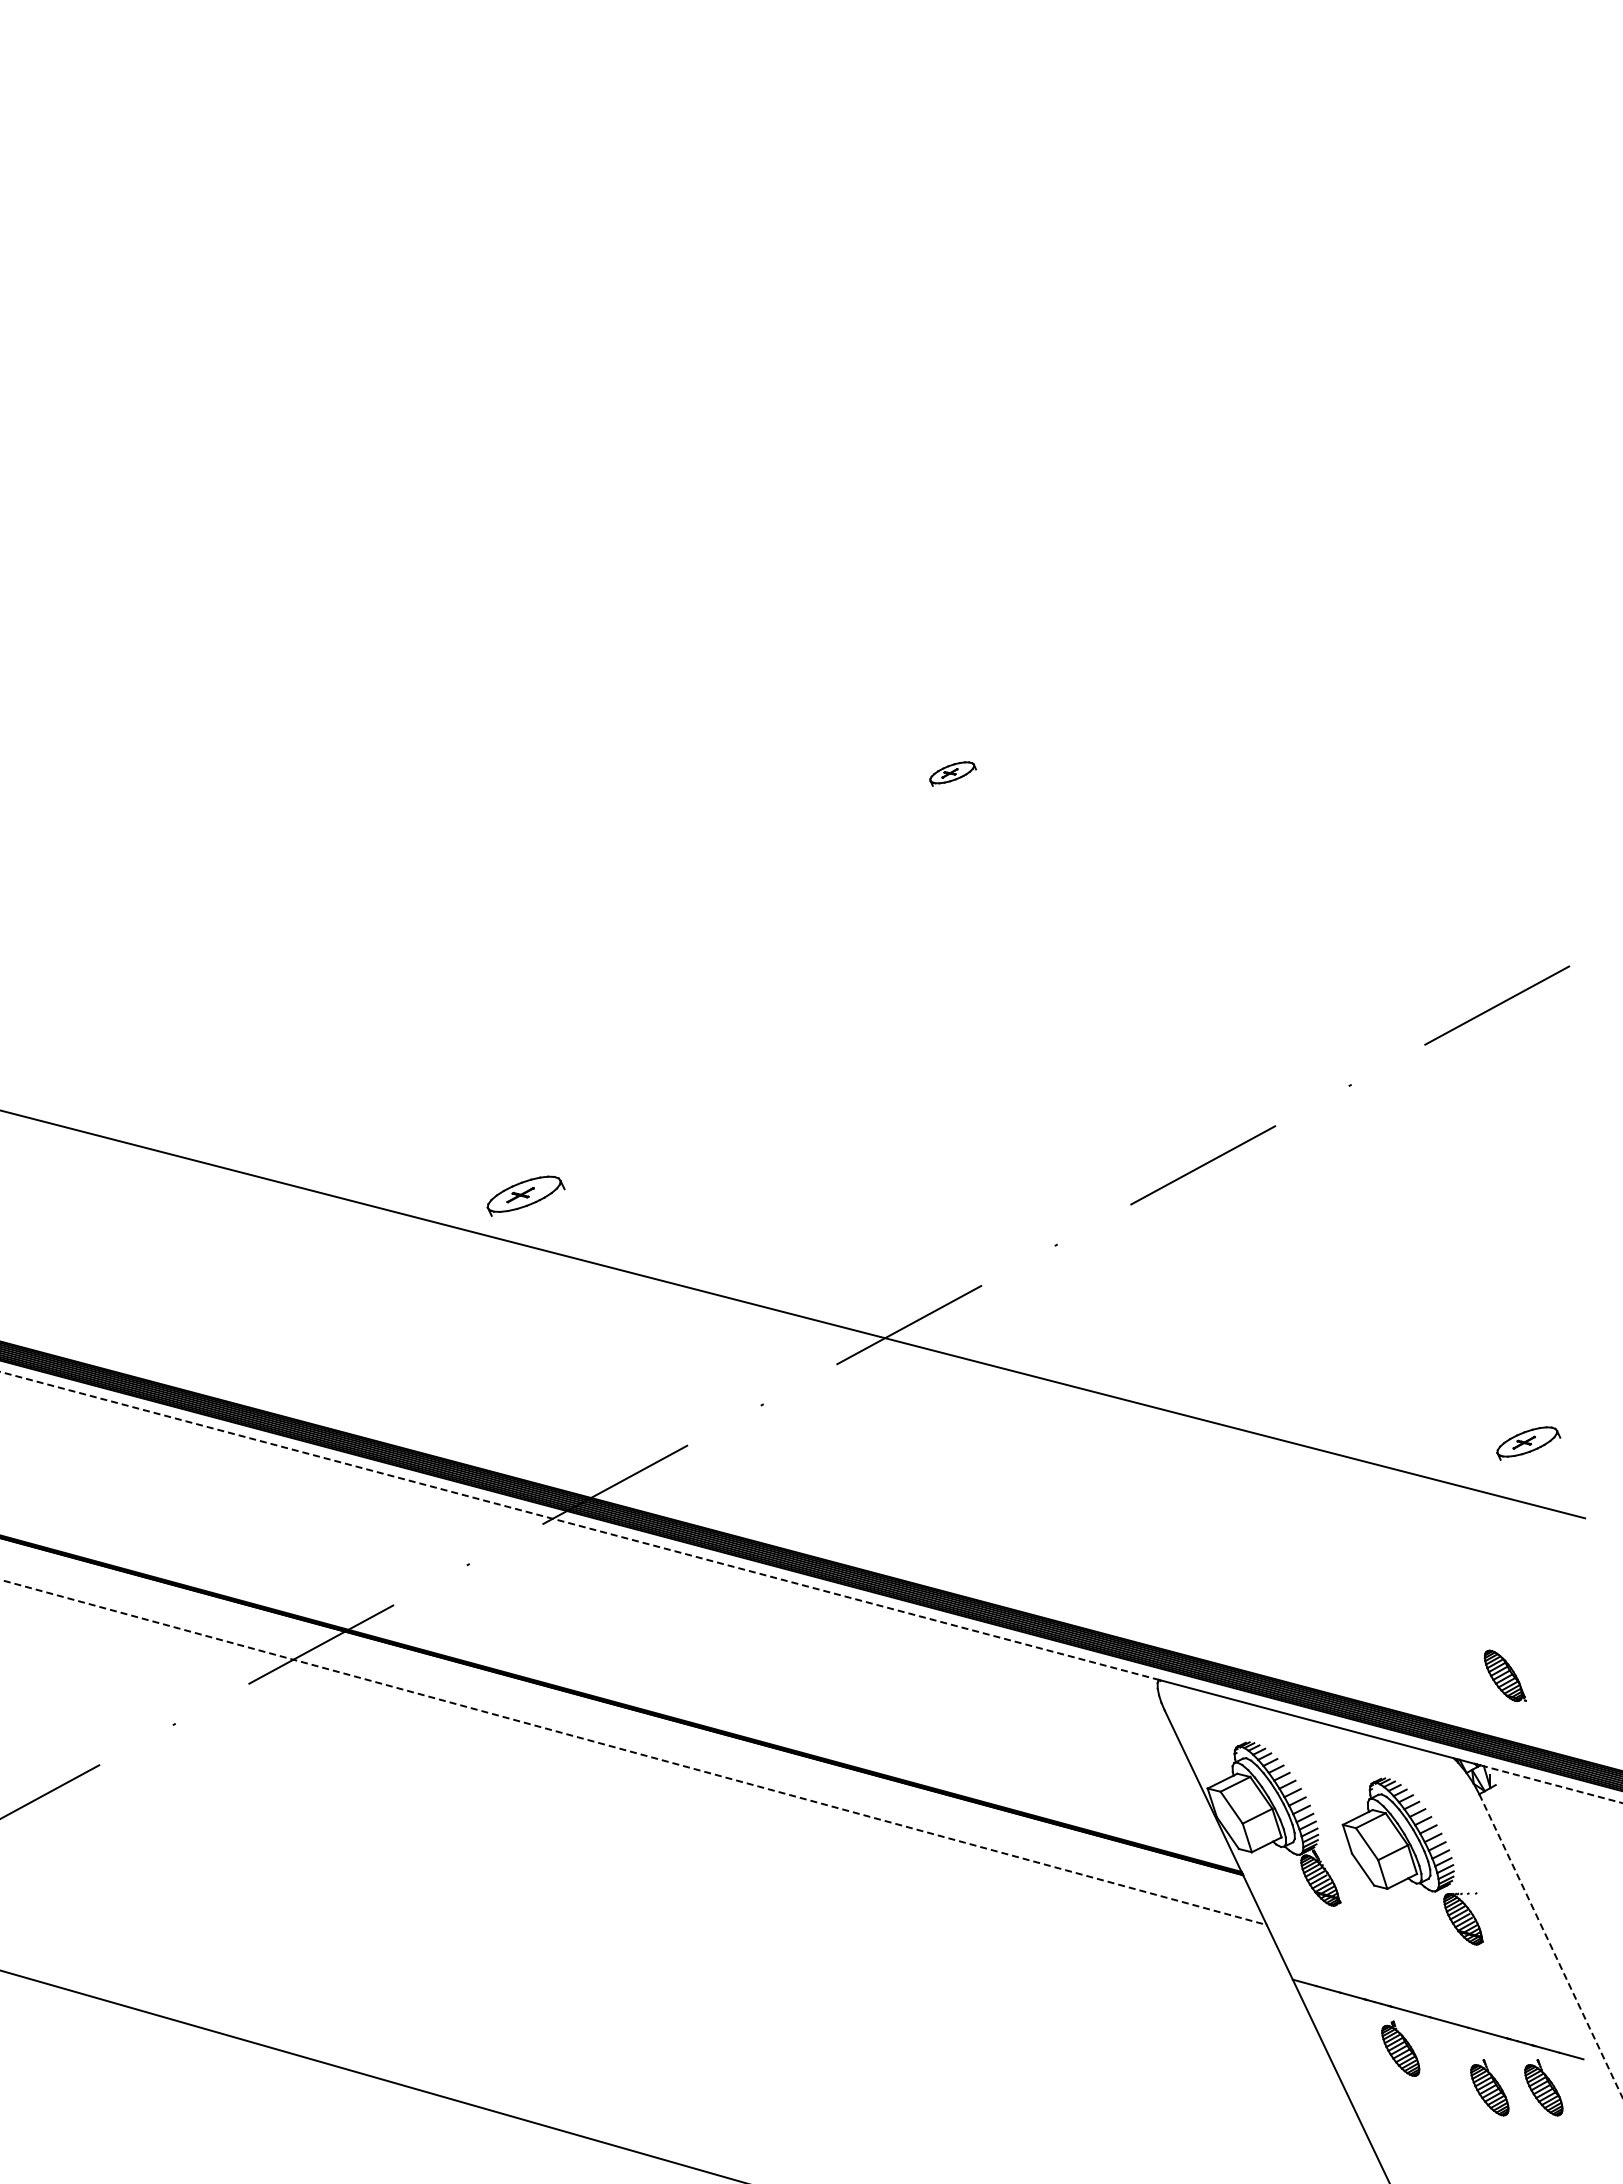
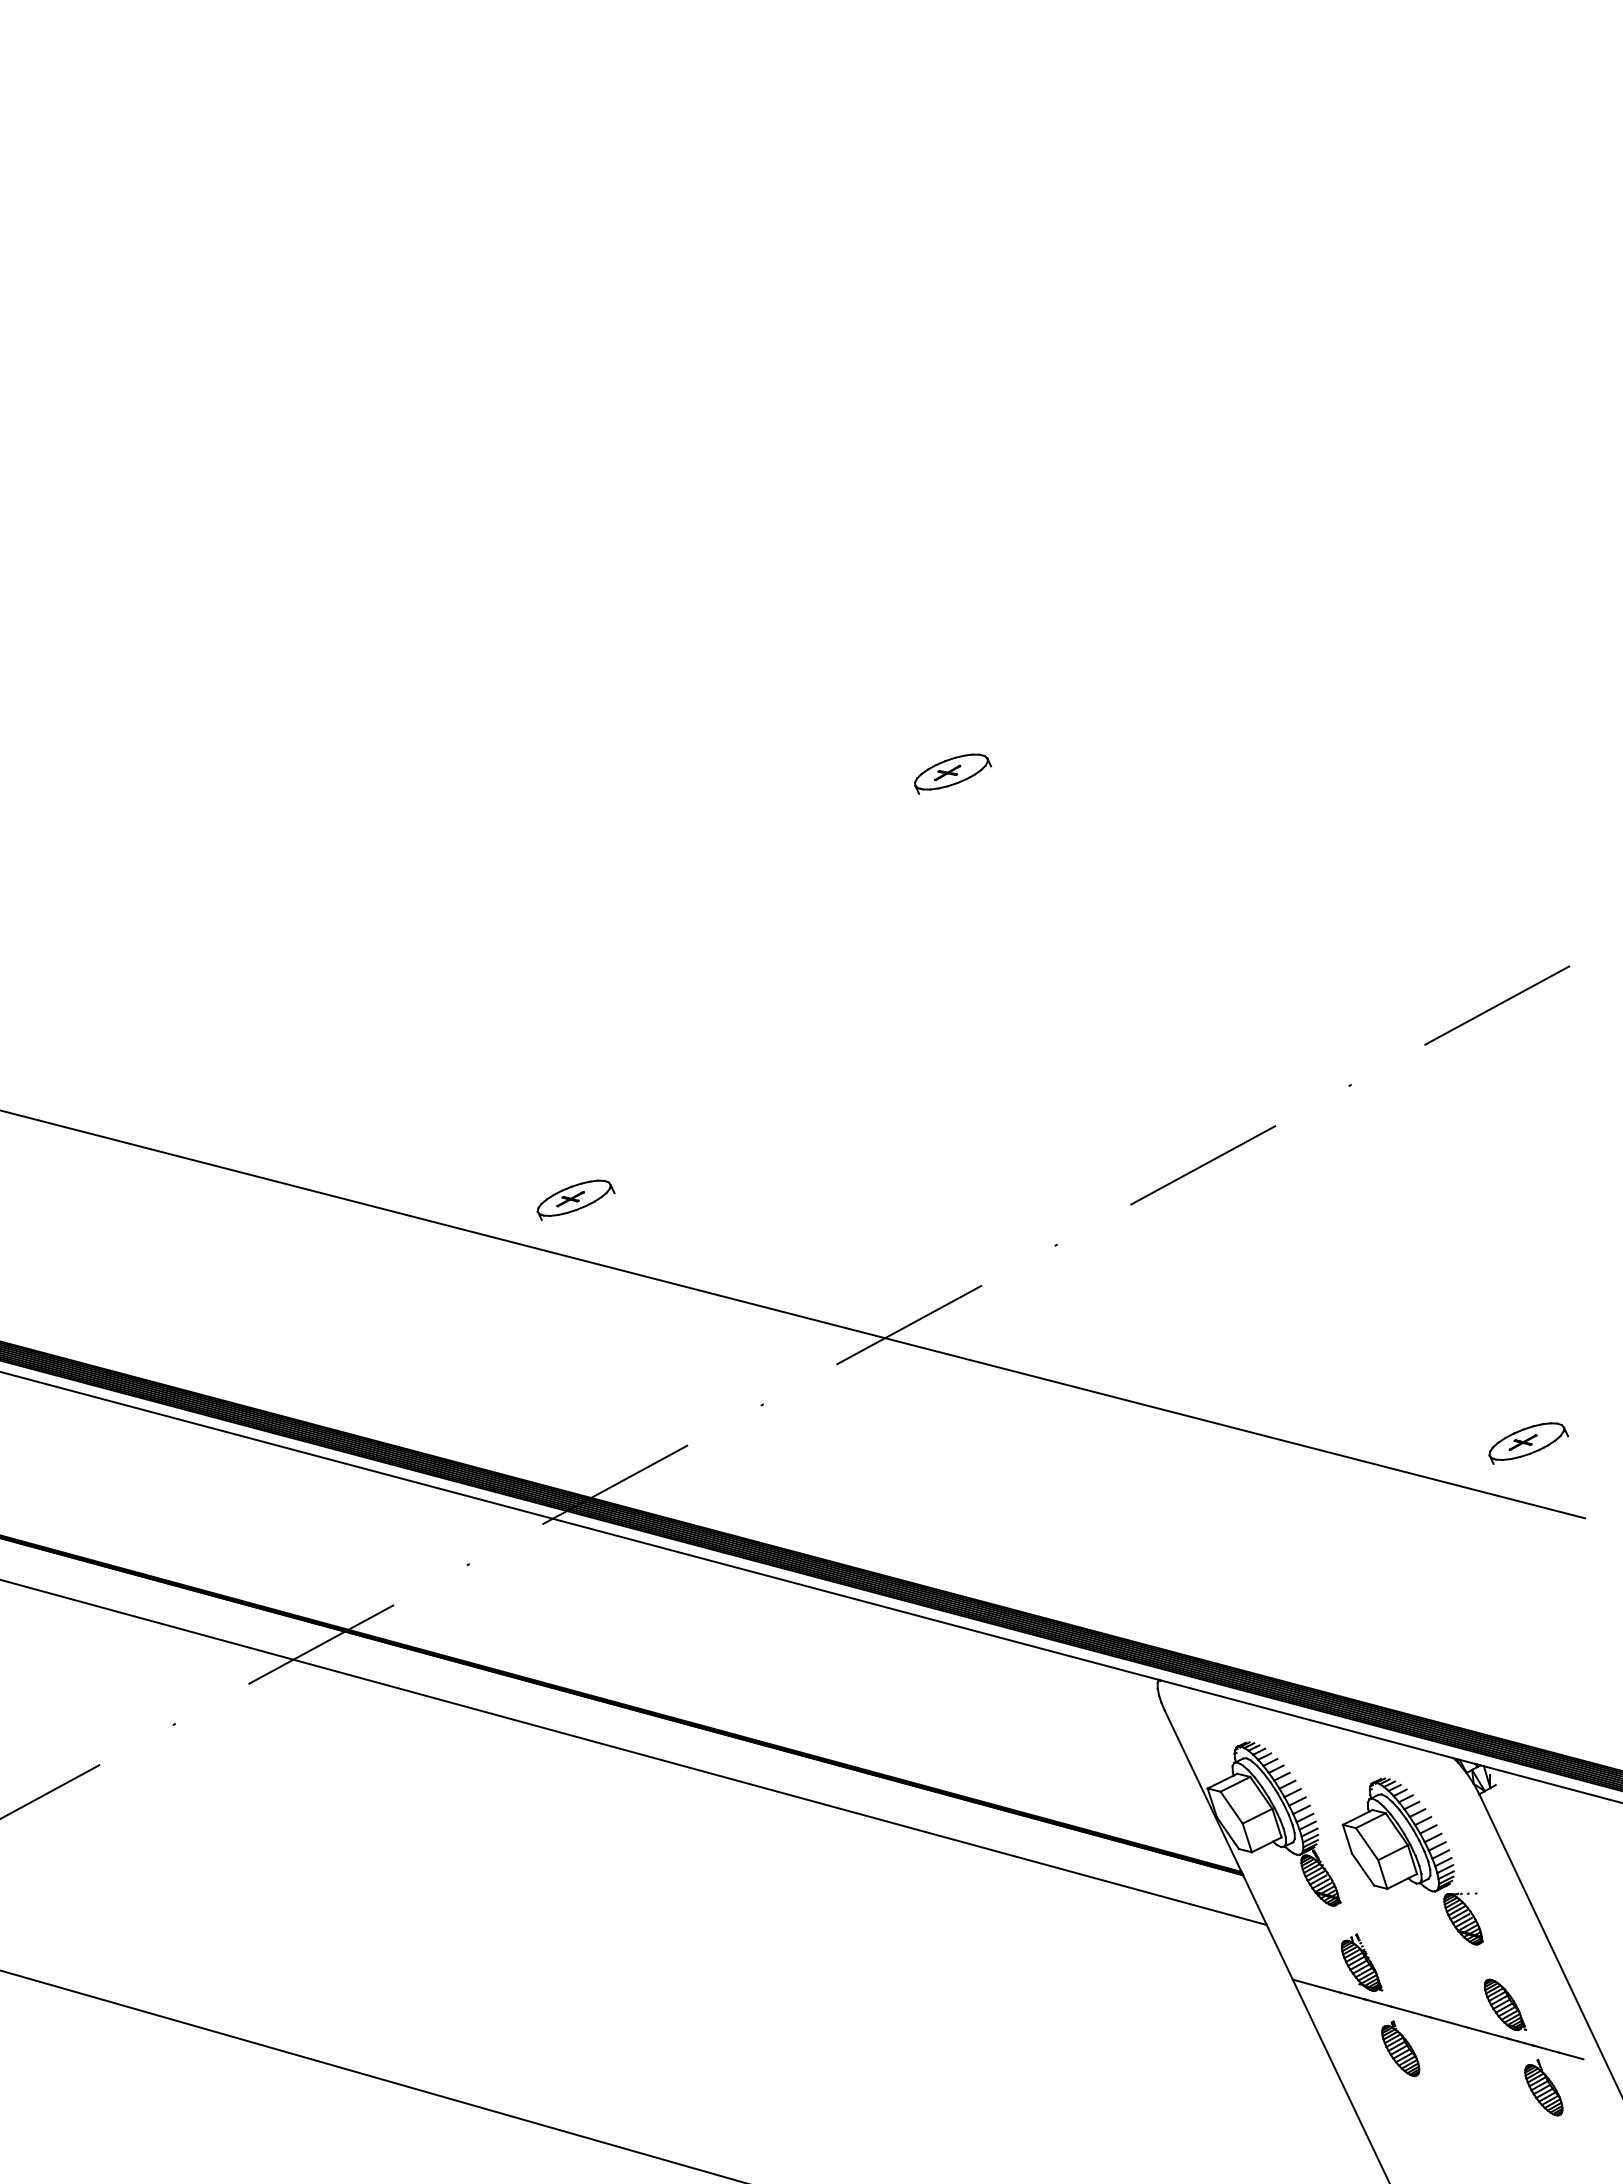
part at (953, 773) size: 49x26 px -> 79x42 px
part at (525, 1195) position: (525, 1195) -> (575, 1199)
part at (1528, 1443) size: 66x35 px -> 82x43 px
line at (579, 1525): dashed -> solid
part at (1505, 1675) position: (1505, 1675) -> (1505, 2004)
line at (634, 1752): dashed -> solid
line at (1552, 1784): dashed -> solid
line at (1550, 1945): dashed -> solid
part at (1361, 1962): none -> present
part at (1489, 2087): present -> none
